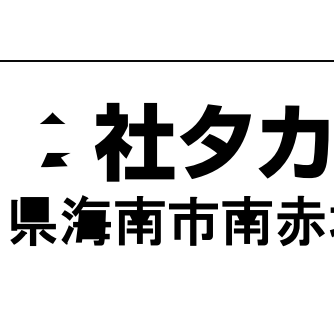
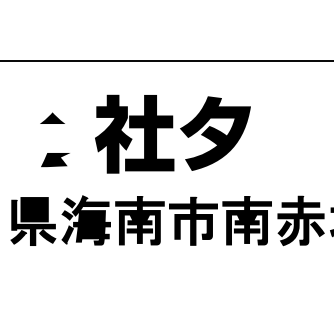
part at (172, 141) position: (172, 141) -> (172, 133)
fill at (293, 141): present -> none
